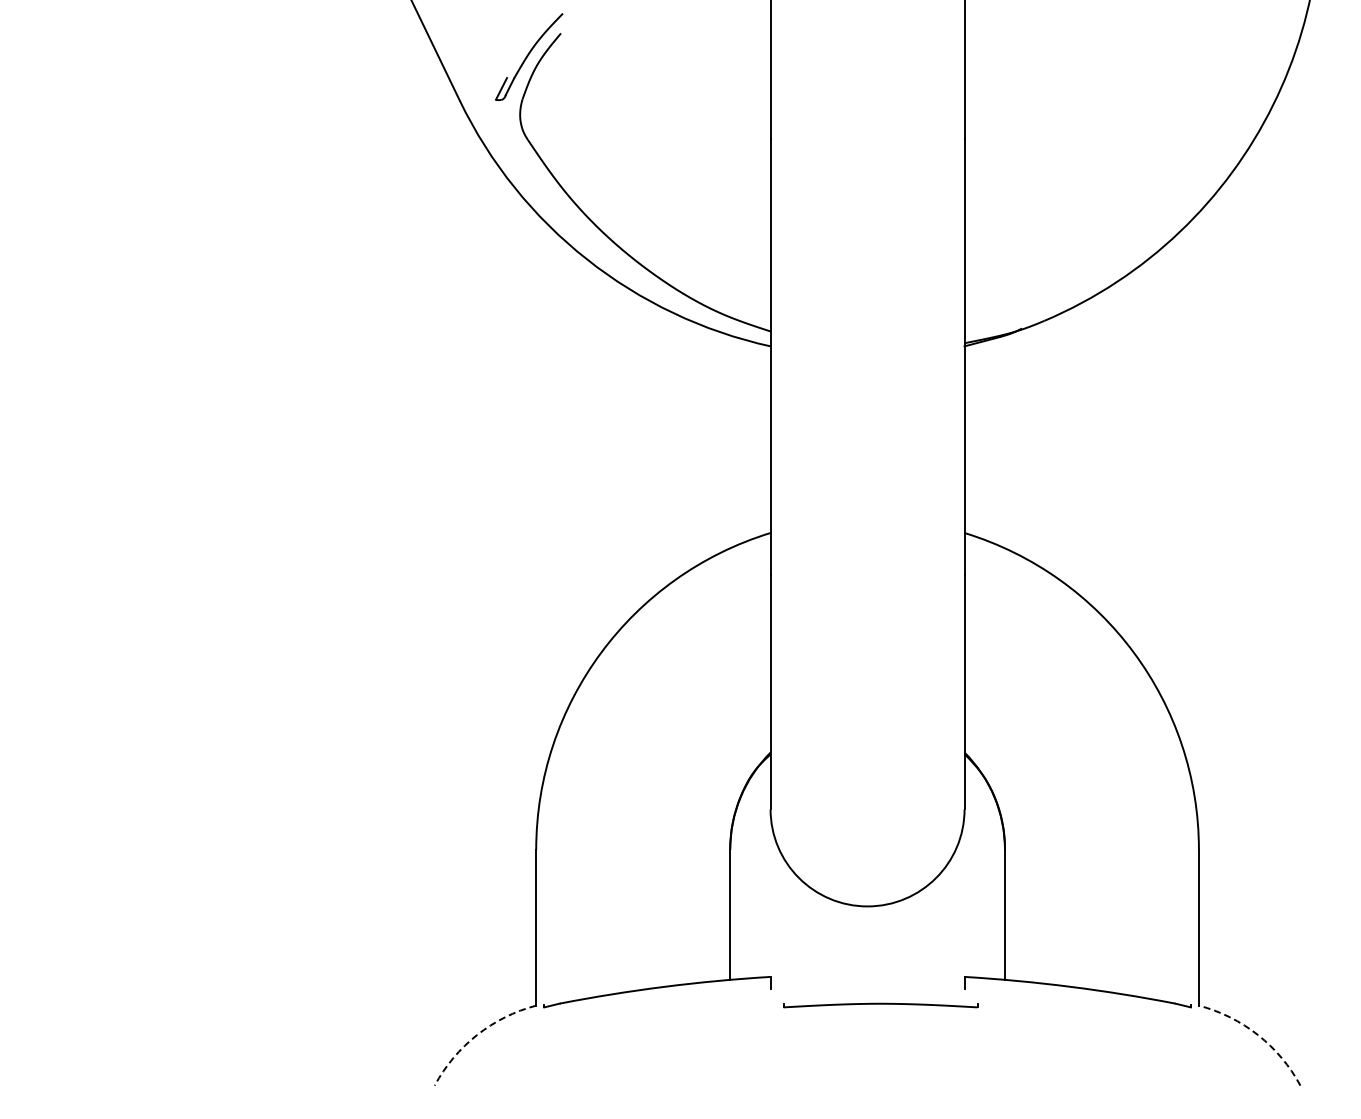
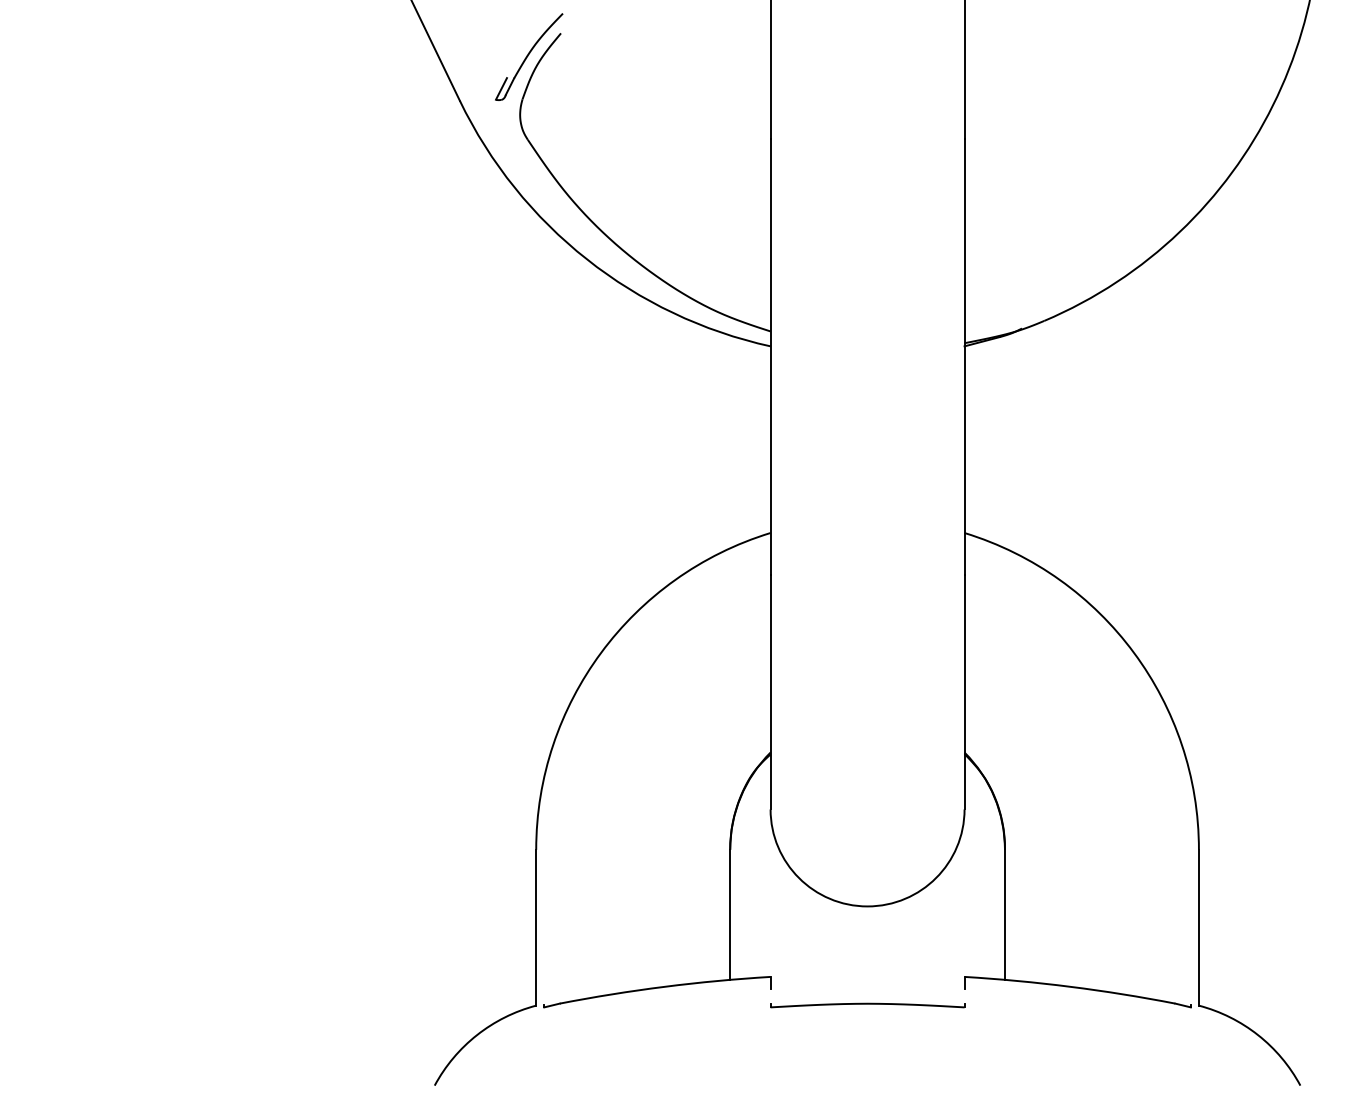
part at (880, 1005) position: (880, 1005) -> (867, 1005)
arc at (477, 1035): dashed -> solid
arc at (1258, 1035): dashed -> solid
